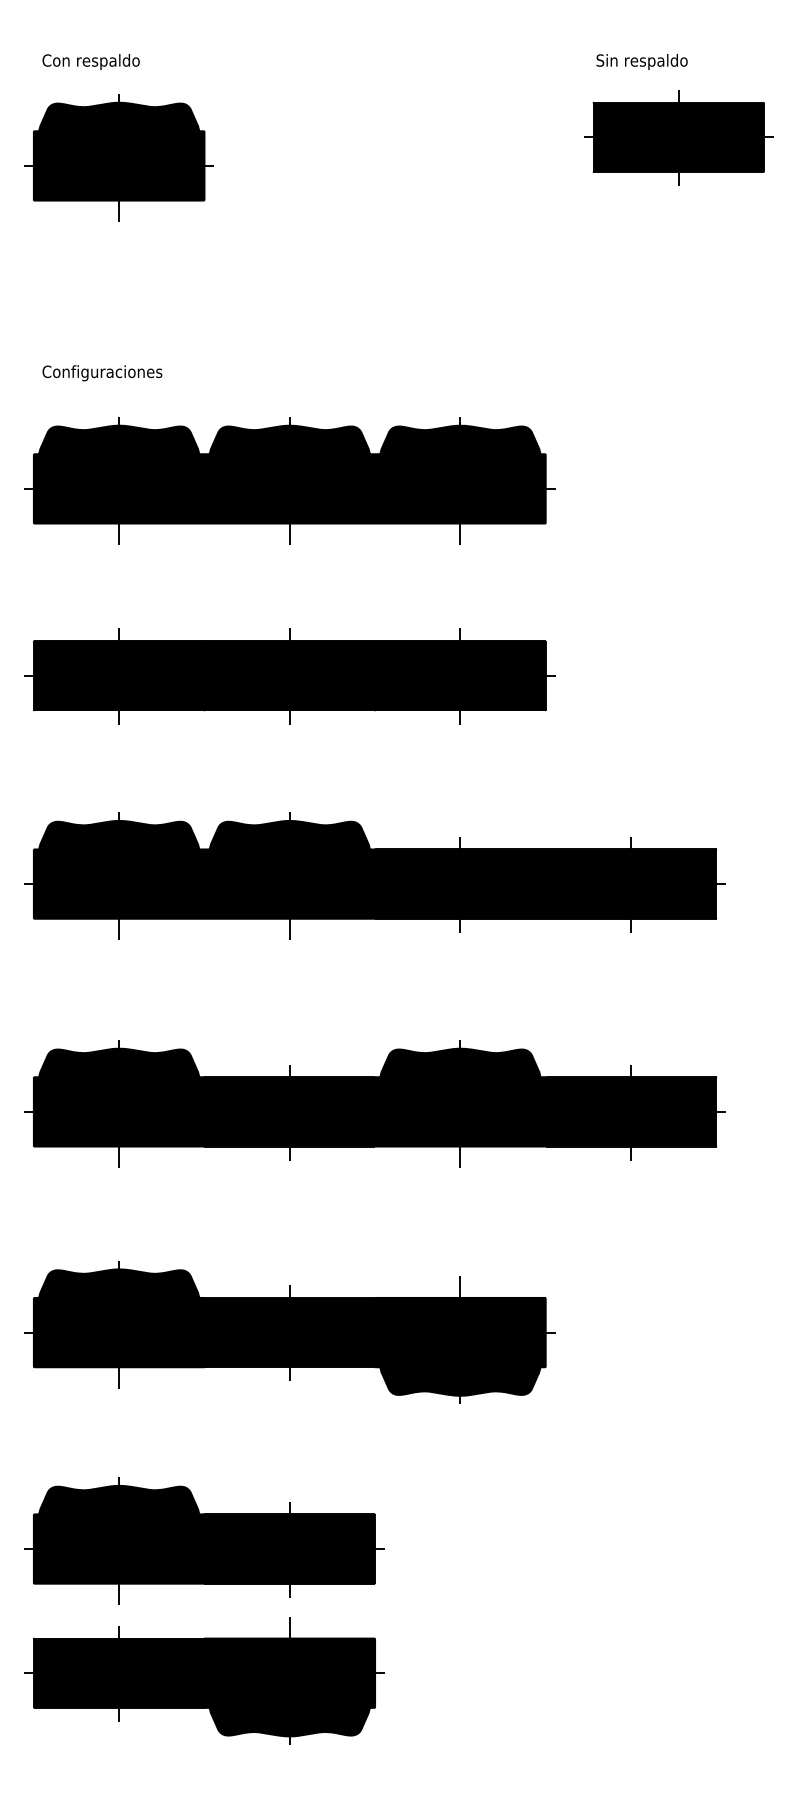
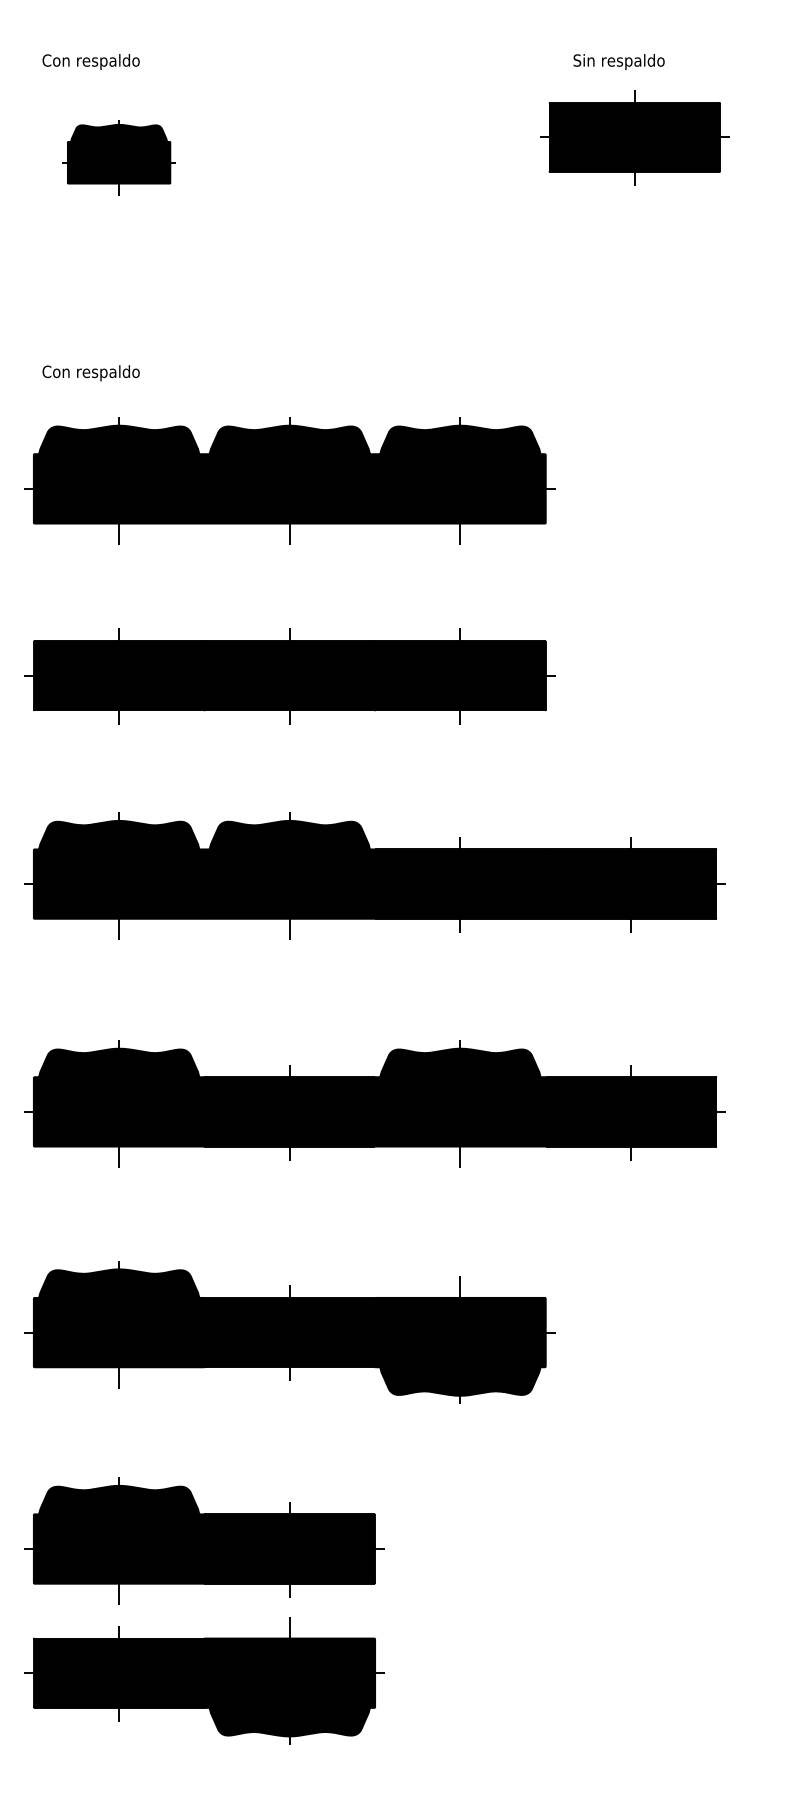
text at (641, 61) position: (641, 61) -> (618, 61)
part at (678, 137) position: (678, 137) -> (634, 137)
part at (118, 157) size: 190x128 px -> 114x76 px
text at (116, 373): Configuraciones -> Con respaldo
